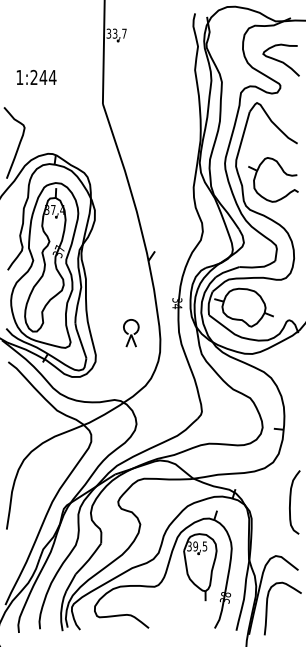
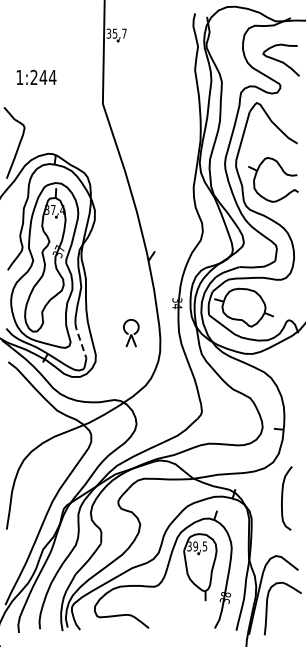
text at (115, 32): 33,7 -> 35,7
line at (80, 340): solid -> dashed
curve at (291, 500) position: (291, 500) -> (283, 496)
